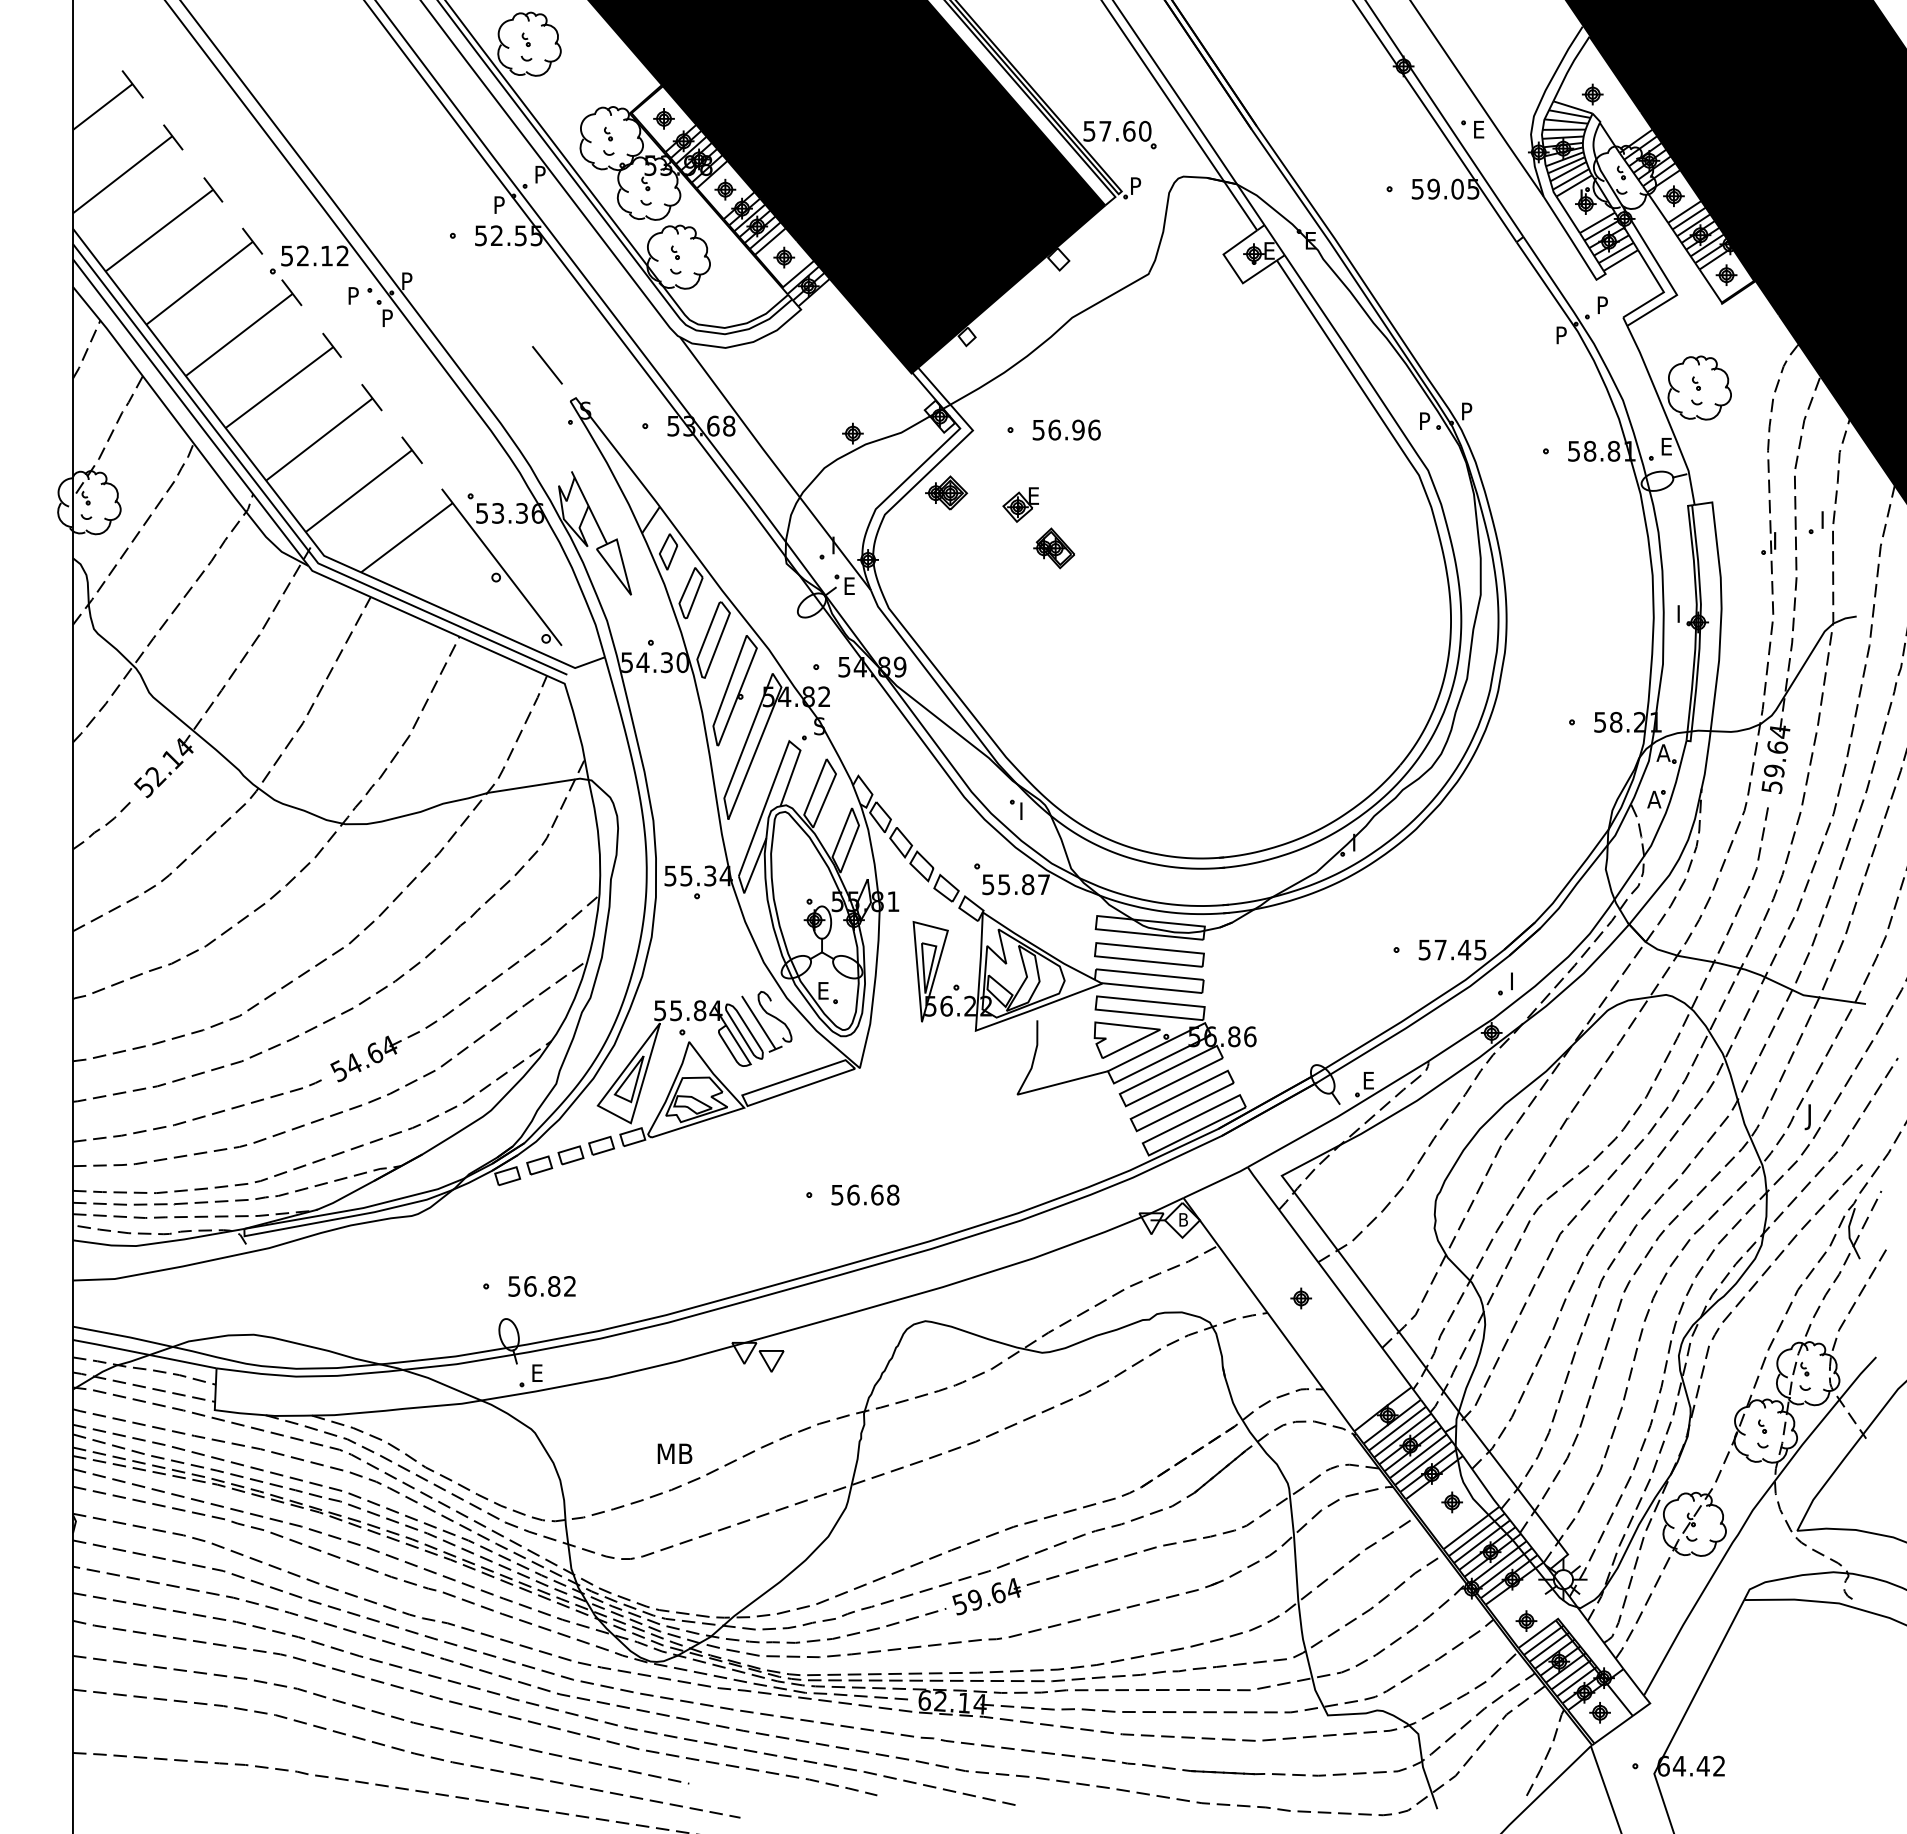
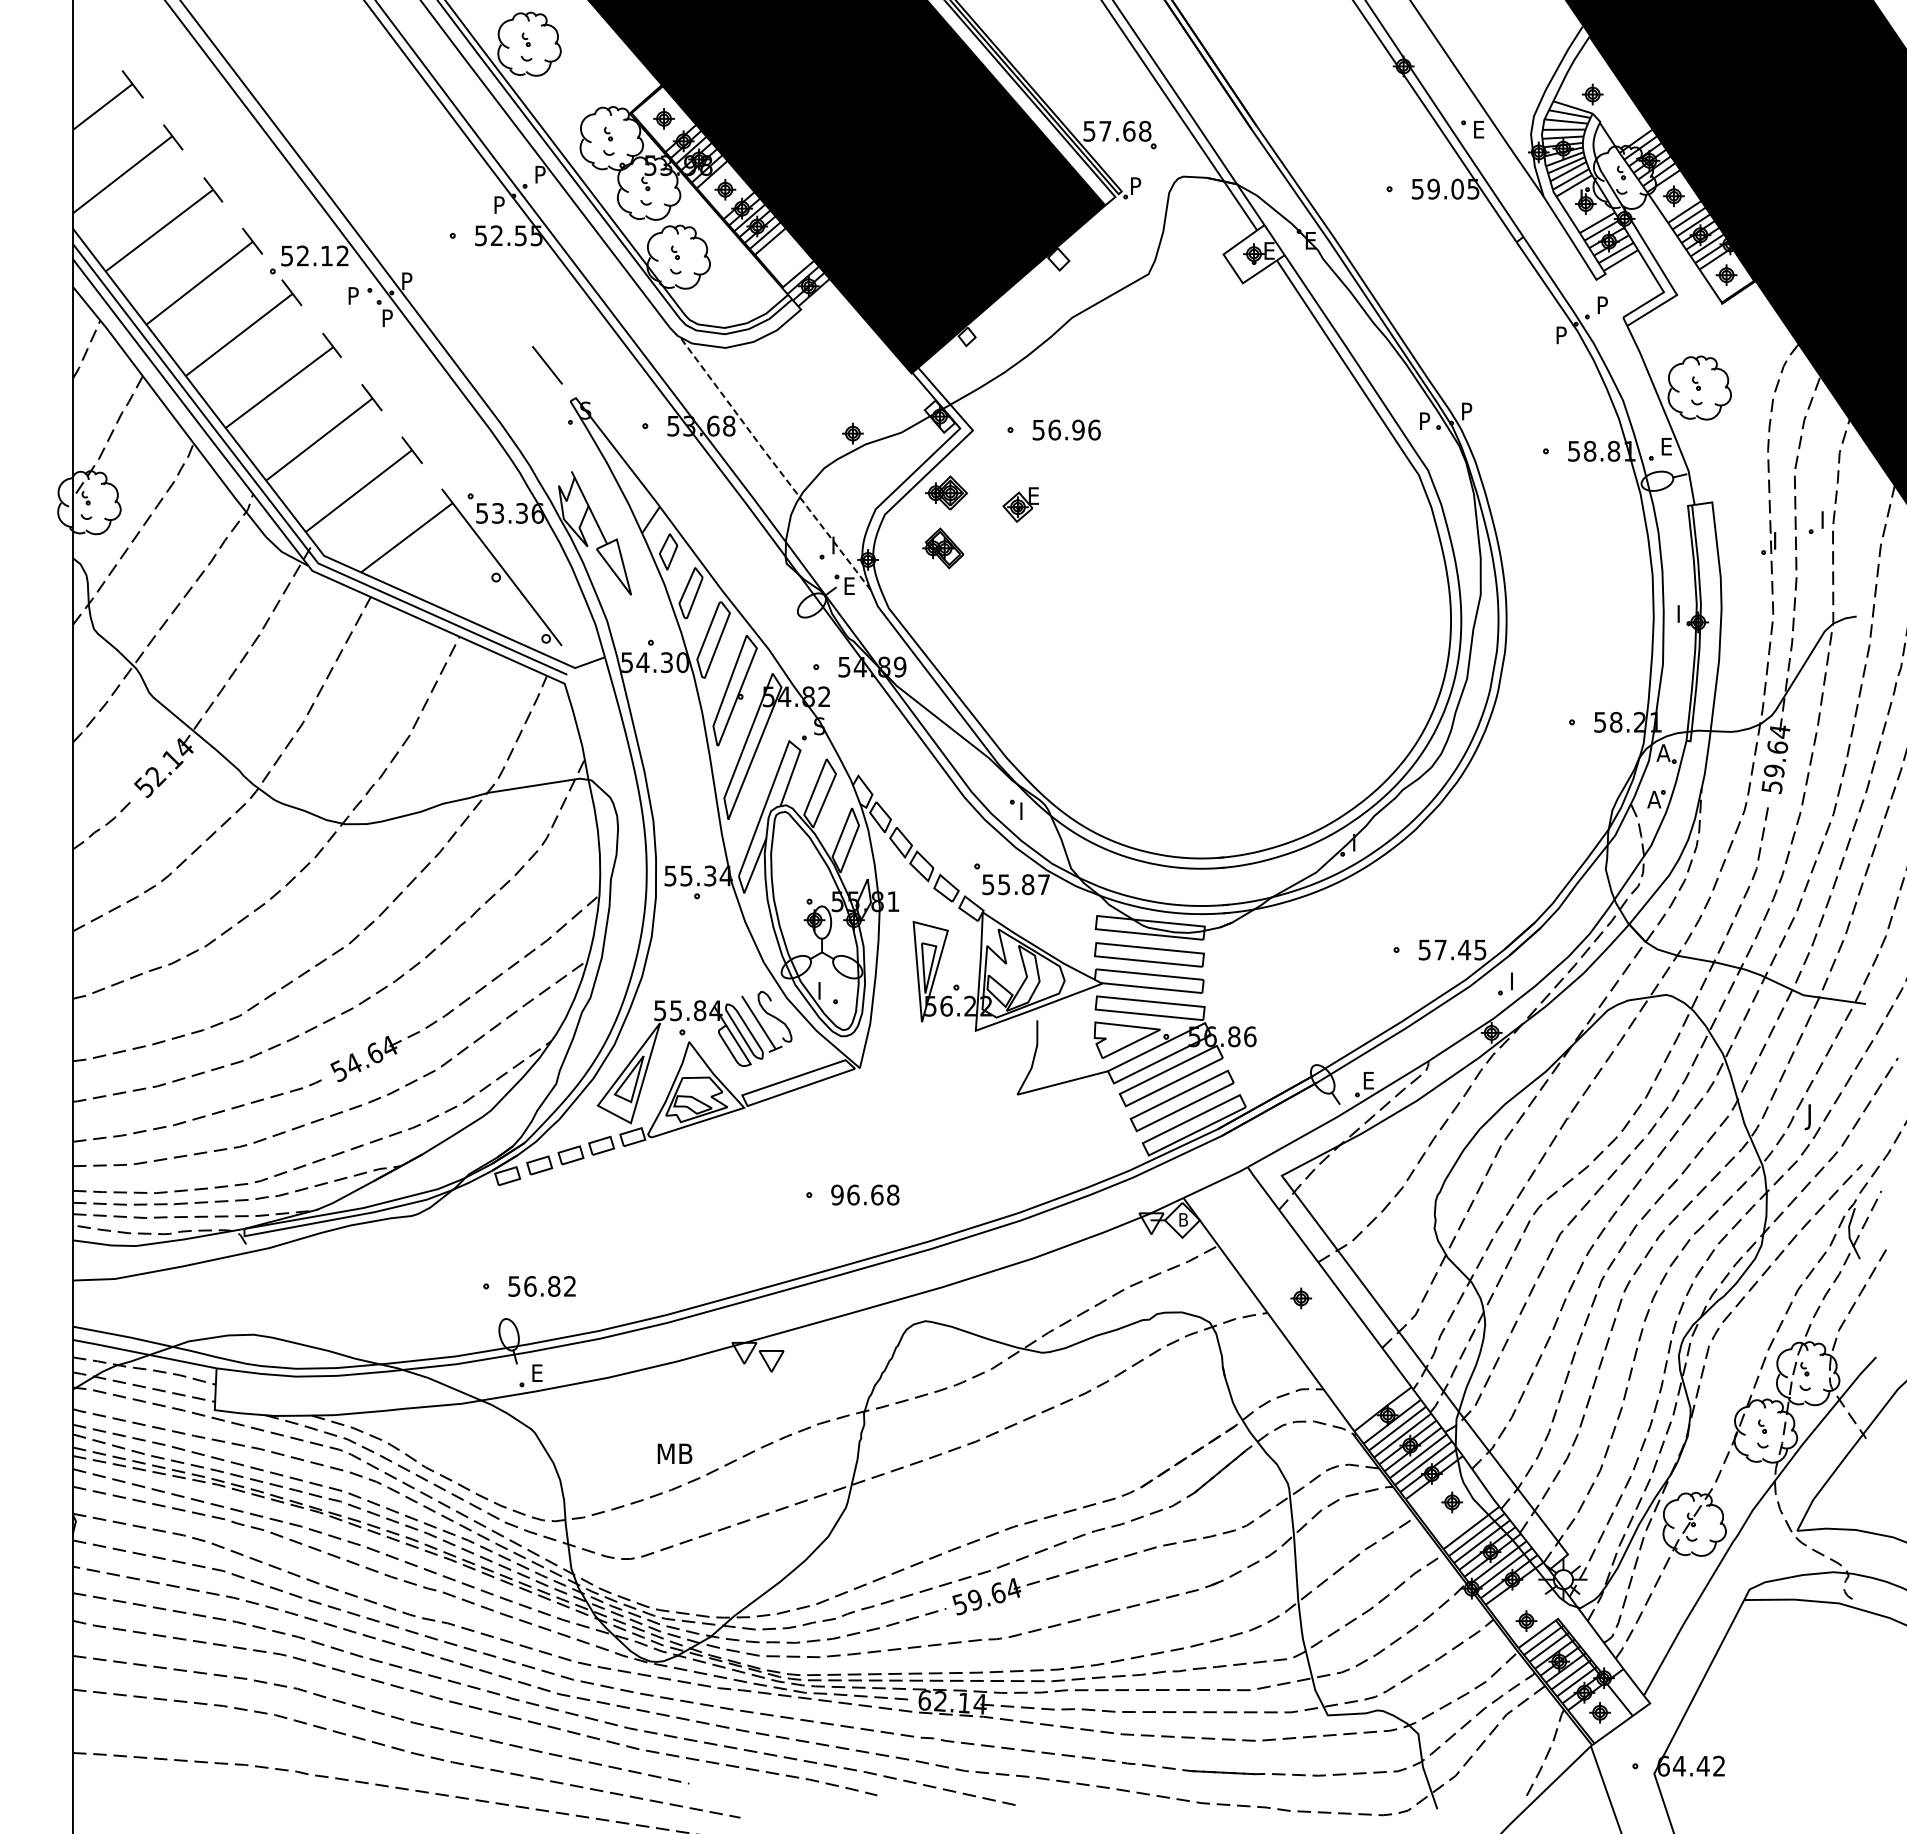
text at (1145, 131): 57.60 -> 57.68
part at (784, 257): present -> none
line at (774, 463): solid -> dashed
part at (1053, 548) position: (1053, 548) -> (942, 548)
text at (824, 990): E -> I
text at (837, 1194): 56.68 -> 96.68
